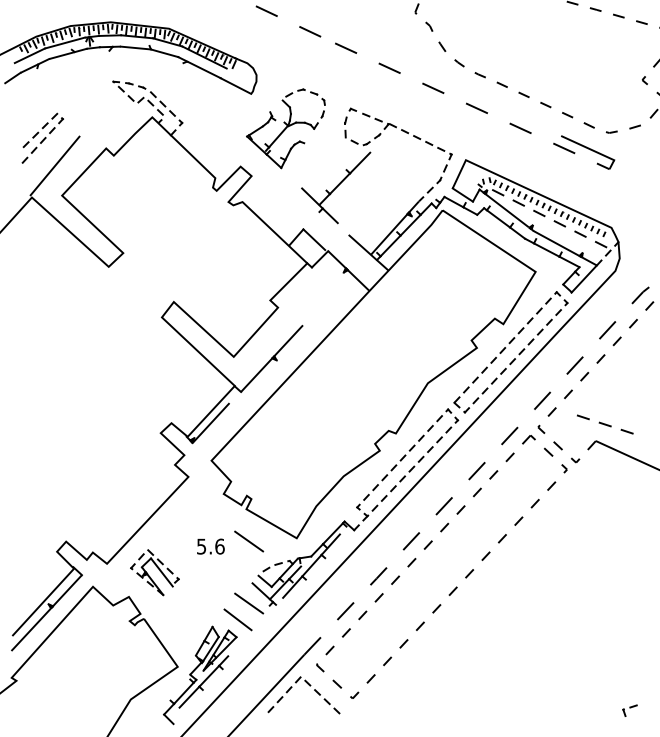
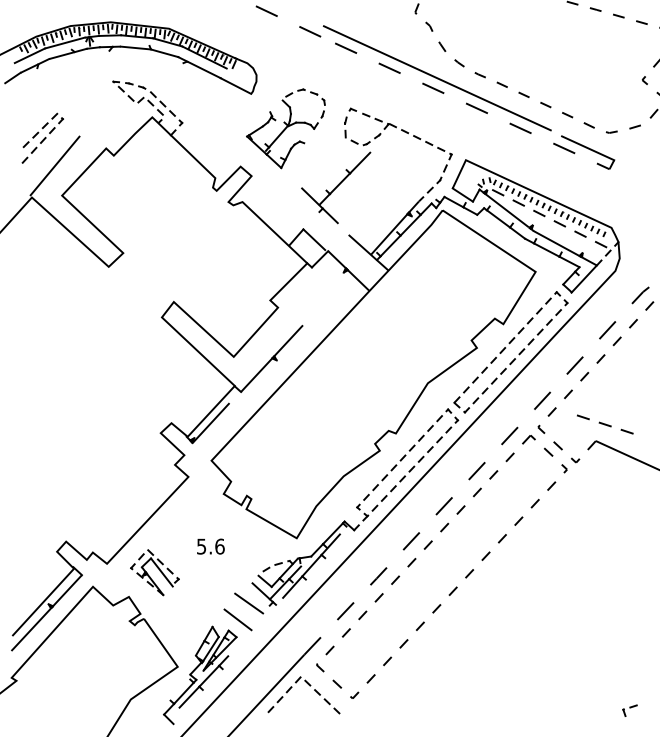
line at (436, 78): none -> present
line at (249, 541): present -> none
